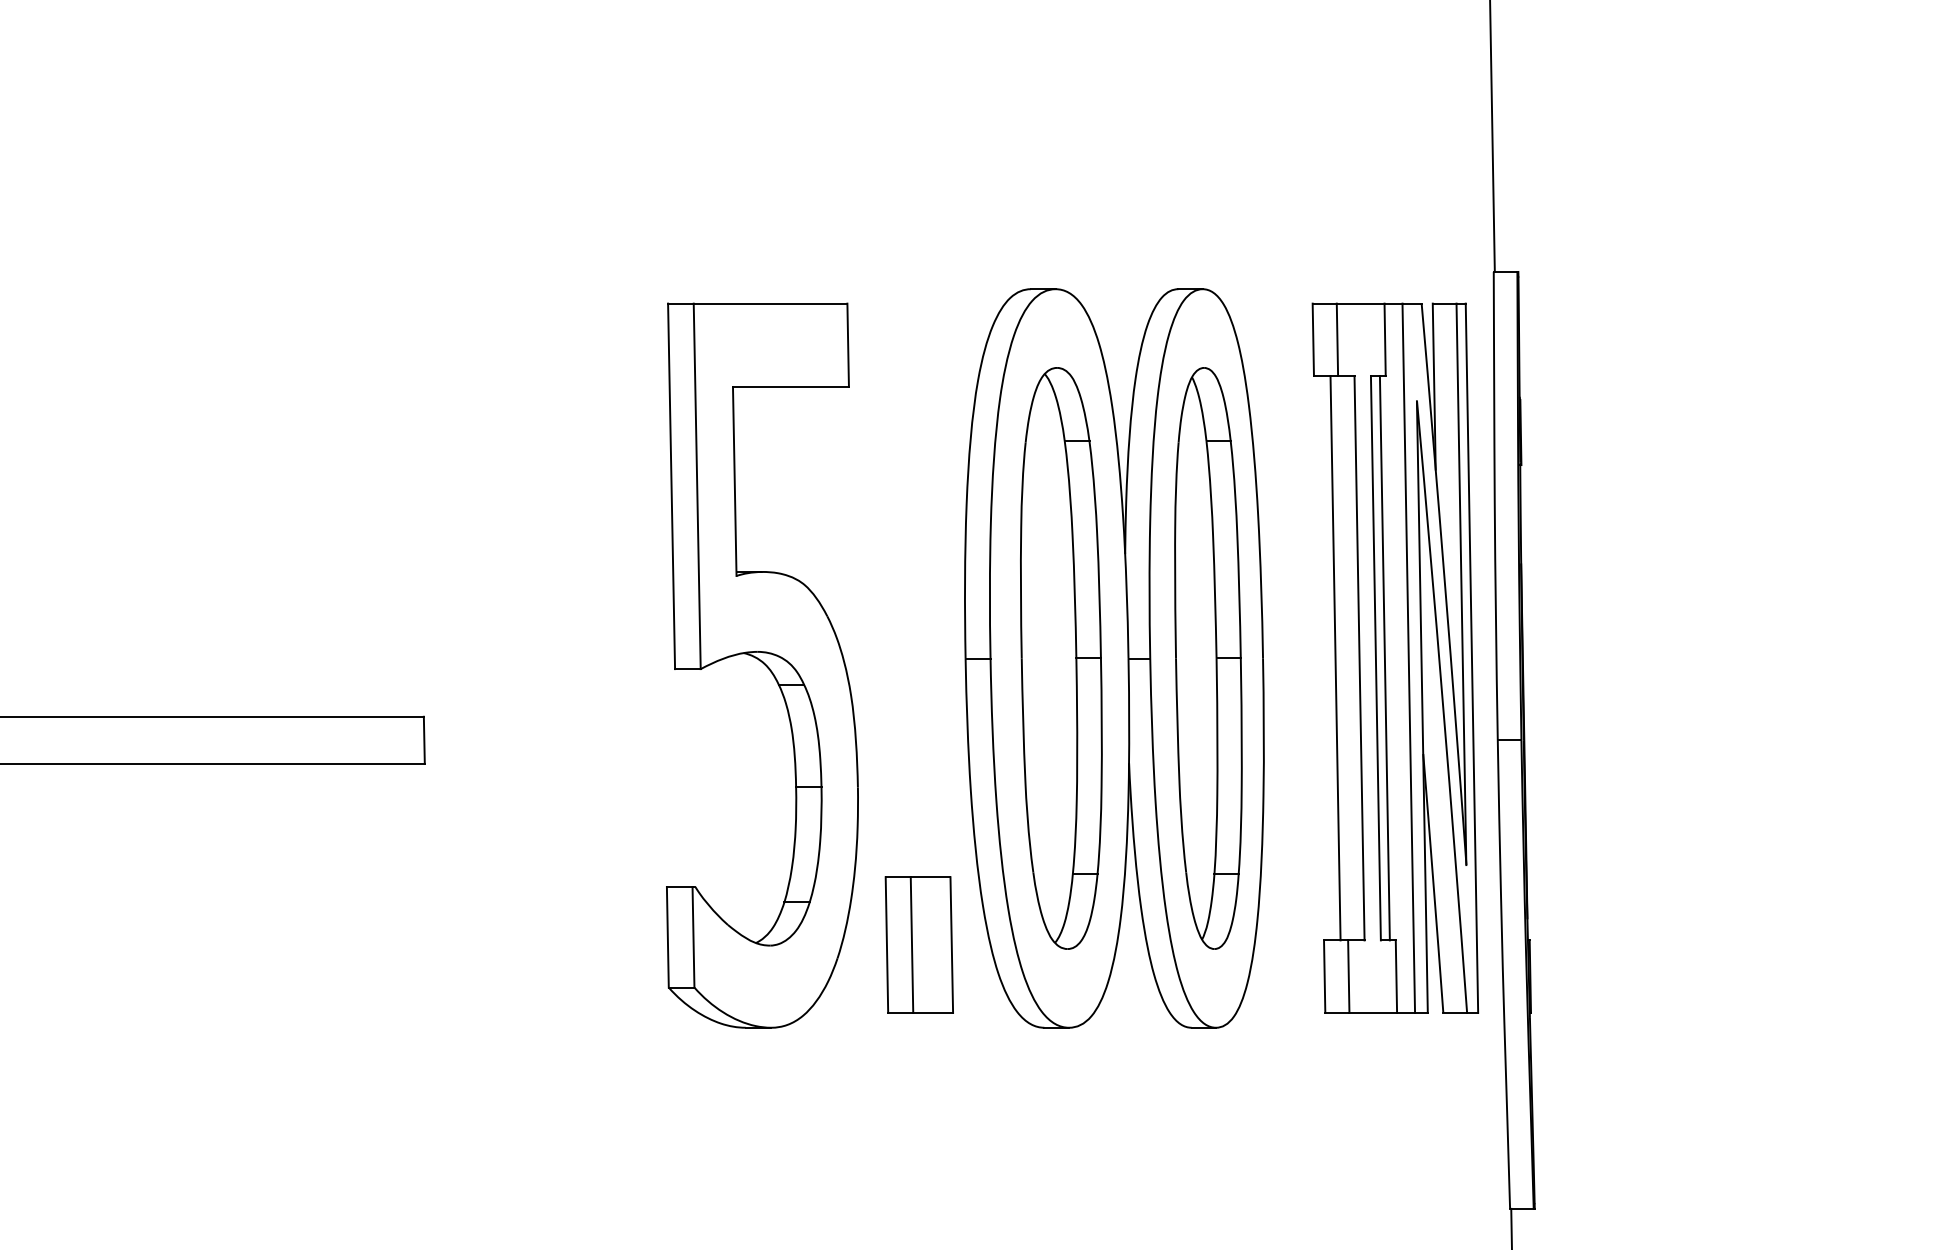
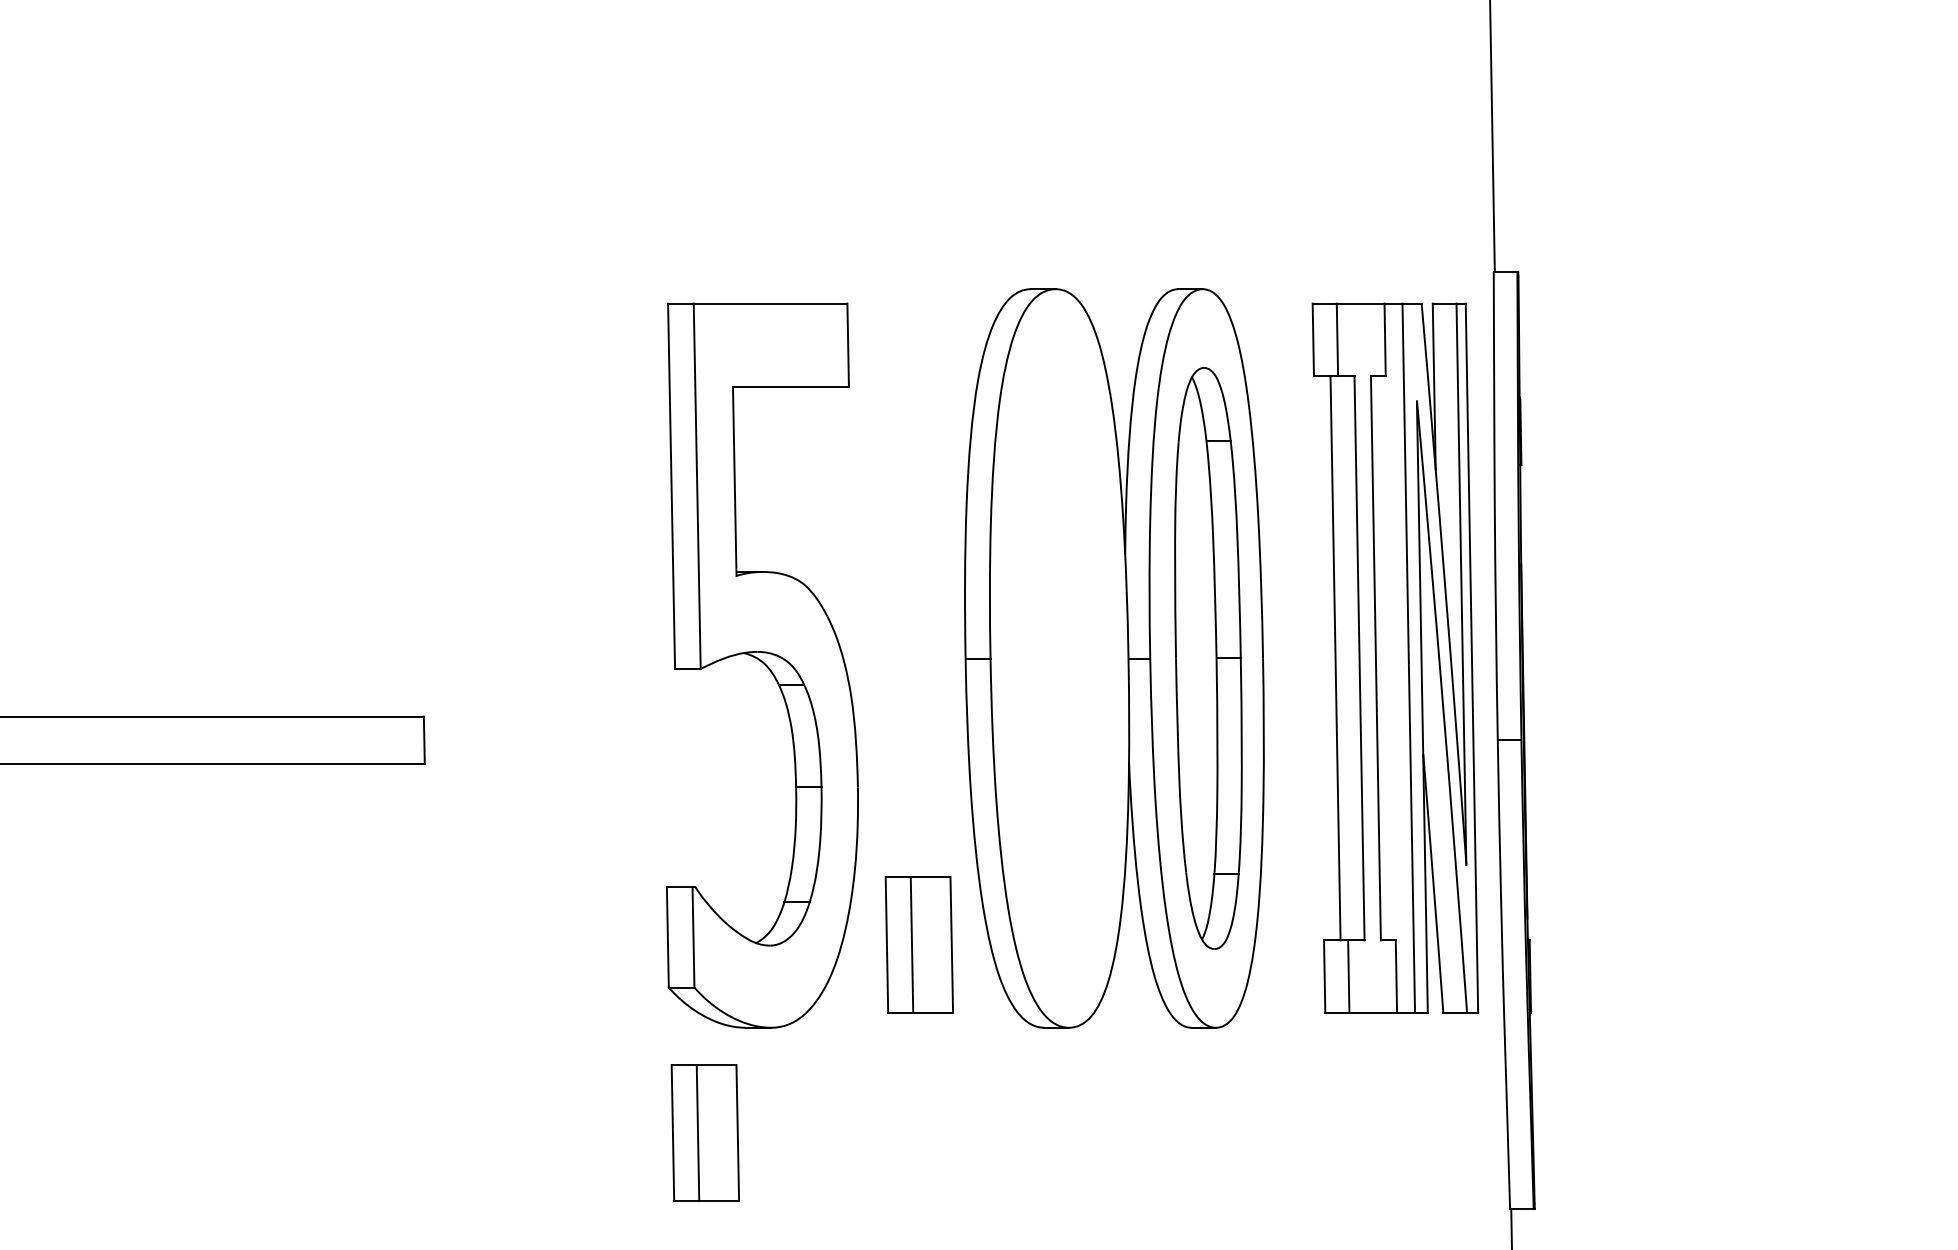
line at (1384, 657): present -> none
part at (1061, 658): present -> none
part at (704, 1132): none -> present
